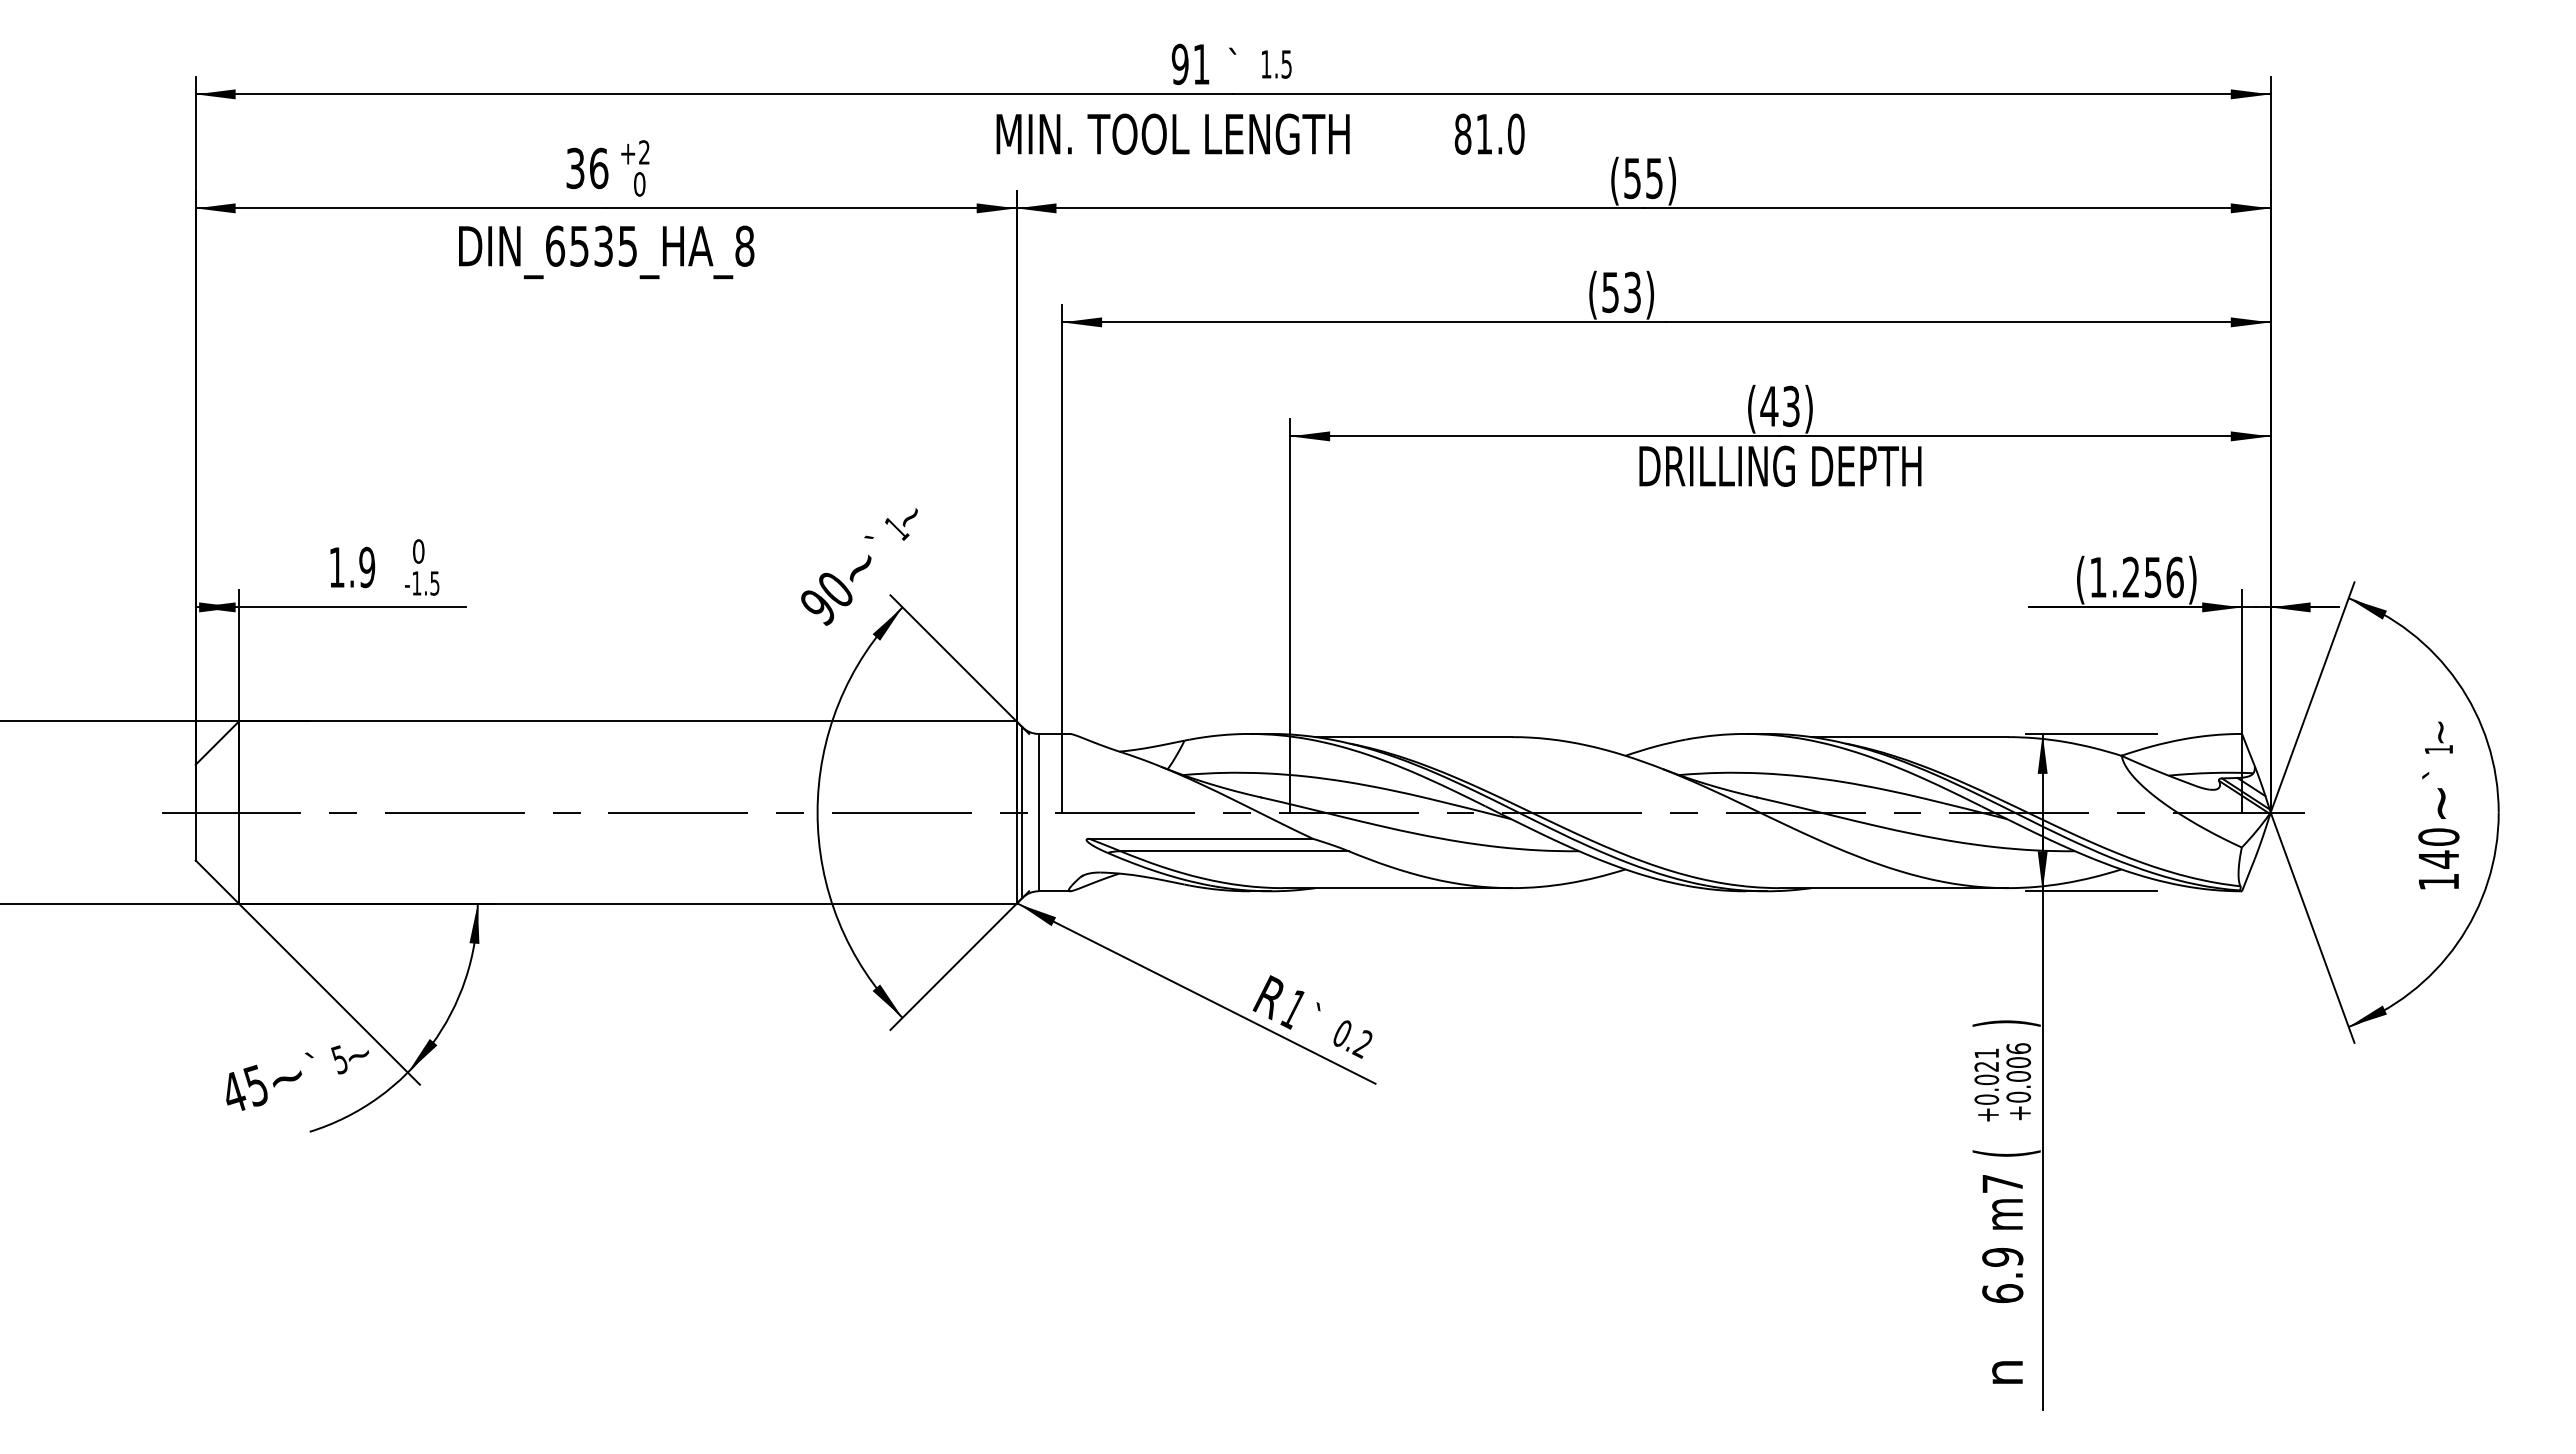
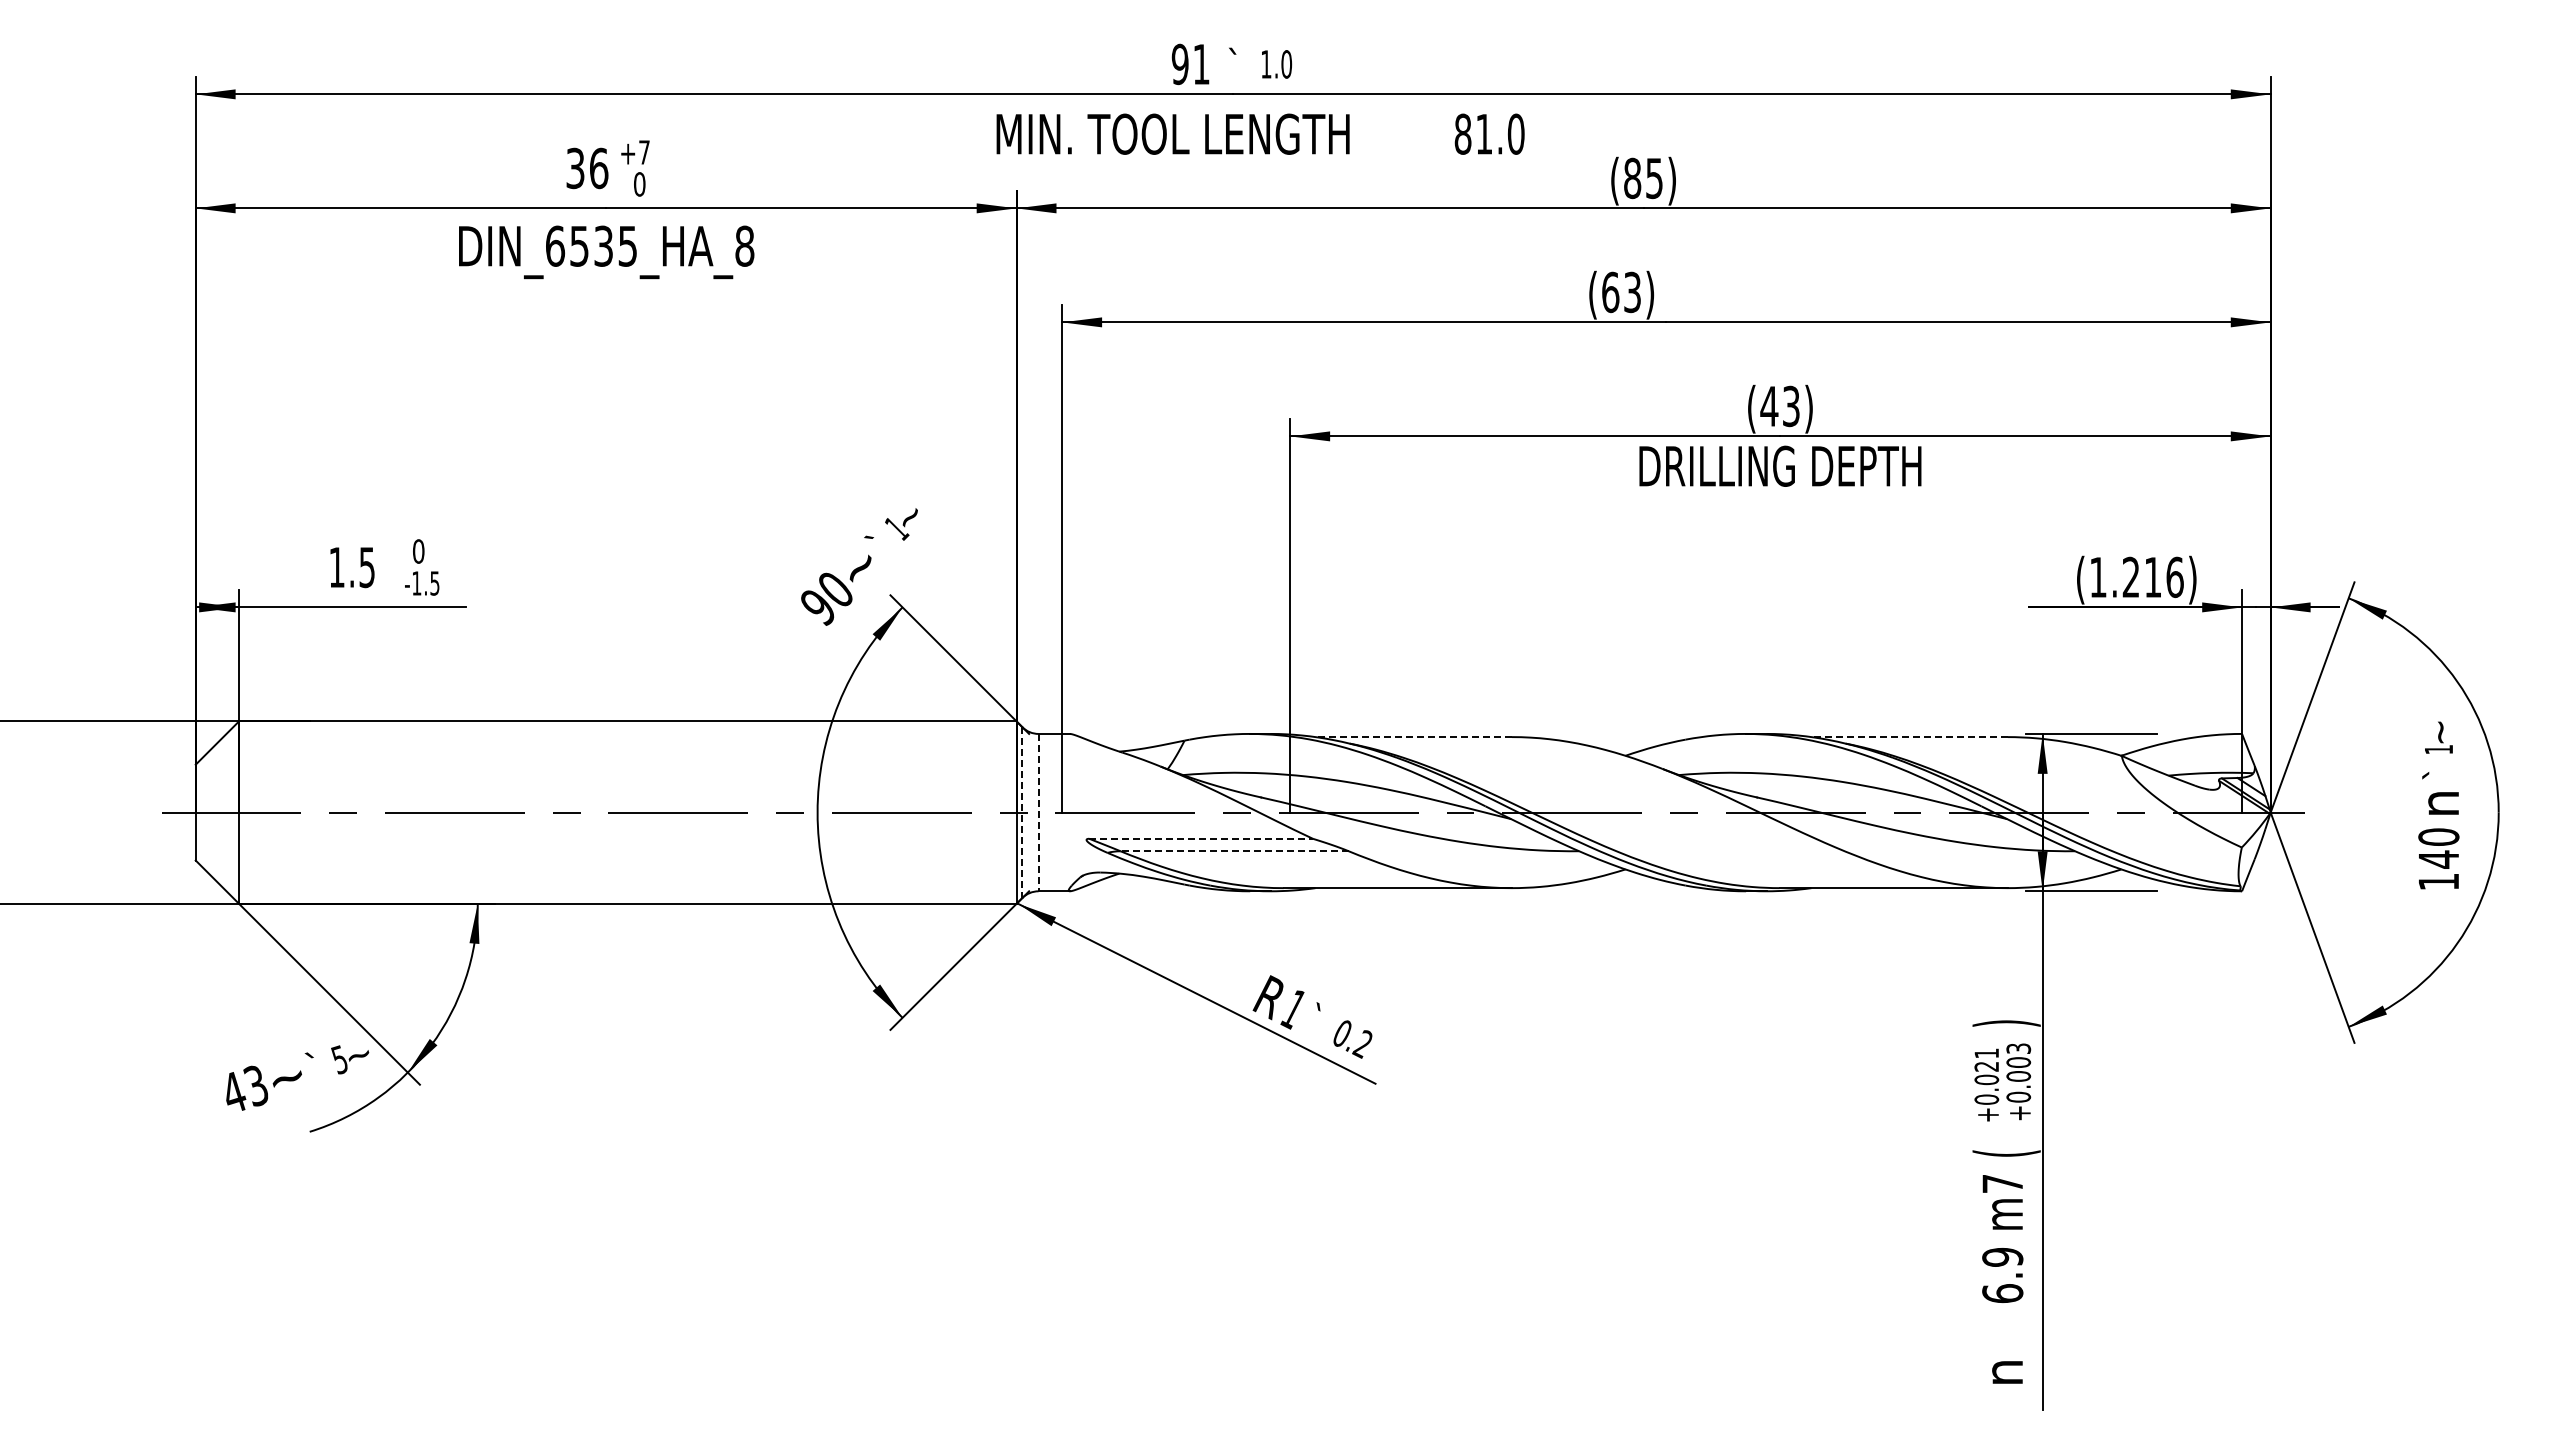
text at (1286, 64): 1.5 -> 1.0
text at (644, 152): +2 -> +7
text at (1632, 178): (55) -> (85)
text at (1610, 292): (53) -> (63)
text at (367, 566): 1.9 -> 1.5
text at (2153, 577): (1.256) -> (1.216)
line at (1413, 737): solid -> dashed
line at (1909, 737): solid -> dashed
text at (2443, 803): ~ -> n
line at (1038, 812): solid -> dashed
line at (1022, 813): solid -> dashed
line at (1201, 838): solid -> dashed
line at (1234, 851): solid -> dashed
text at (2018, 1048): +0.006 -> +0.003
text at (255, 1085): 45 -> 43
